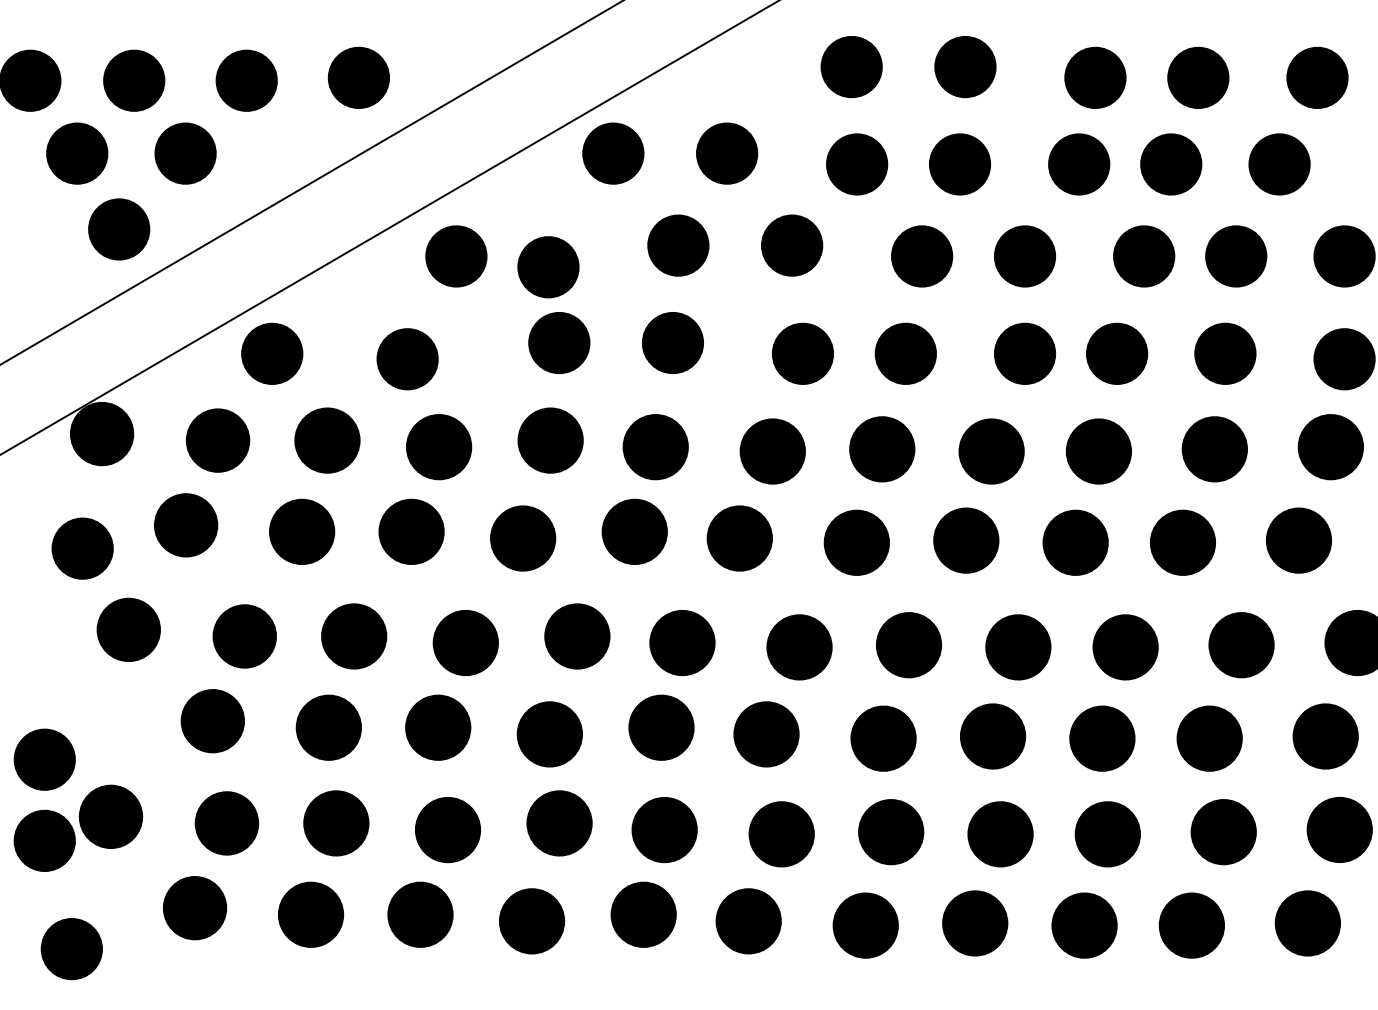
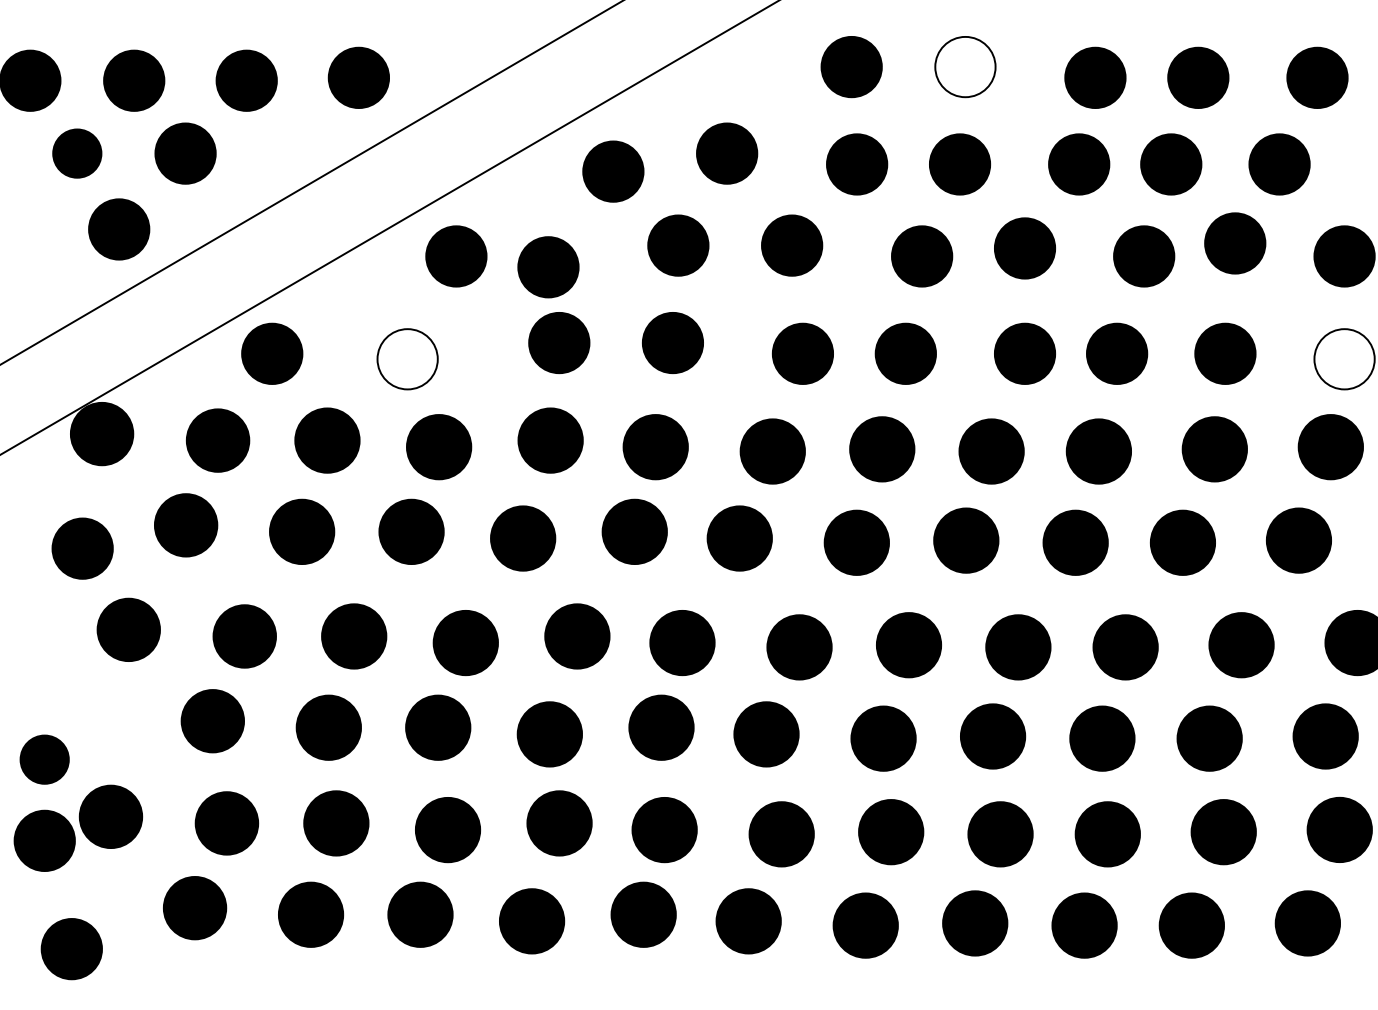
fill at (965, 66): present -> none
part at (77, 153) size: 63x63 px -> 51x51 px
part at (613, 153) position: (613, 153) -> (613, 171)
part at (1024, 256) position: (1024, 256) -> (1024, 248)
part at (1236, 256) position: (1236, 256) -> (1235, 243)
fill at (407, 359): present -> none
fill at (1344, 359): present -> none
part at (44, 759) size: 63x63 px -> 51x51 px
